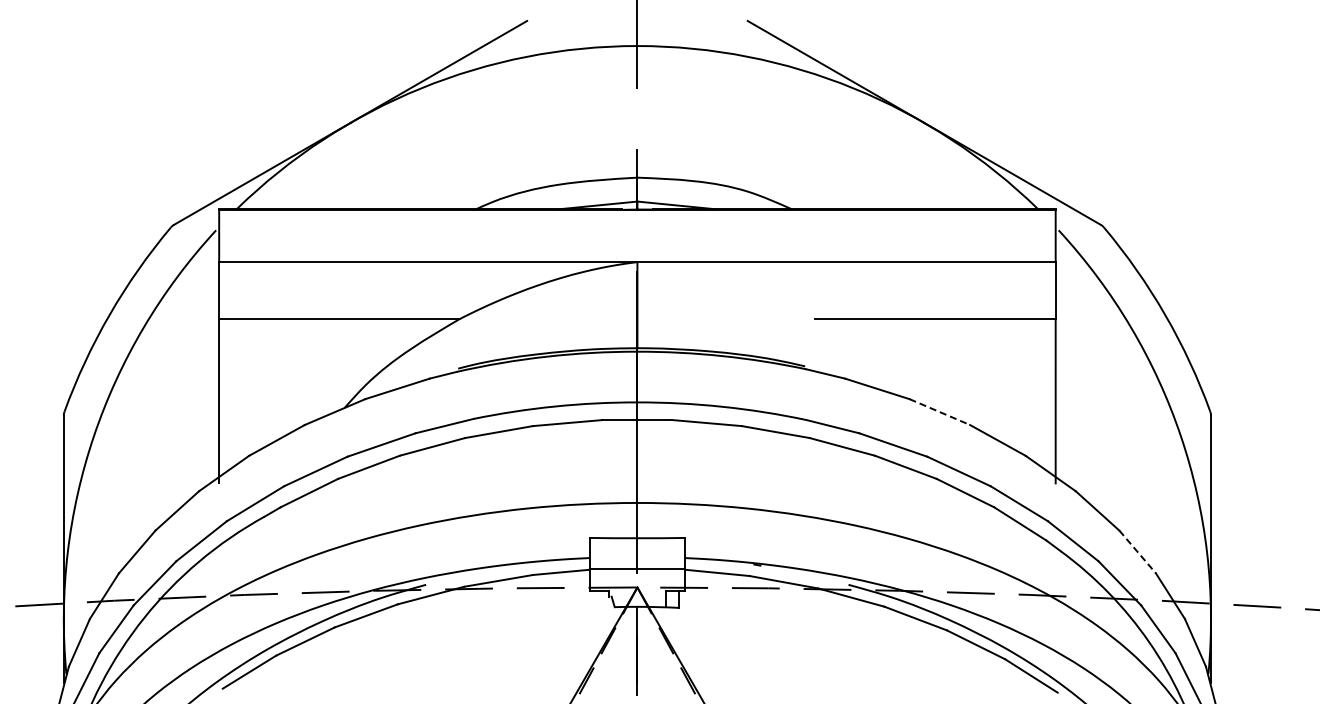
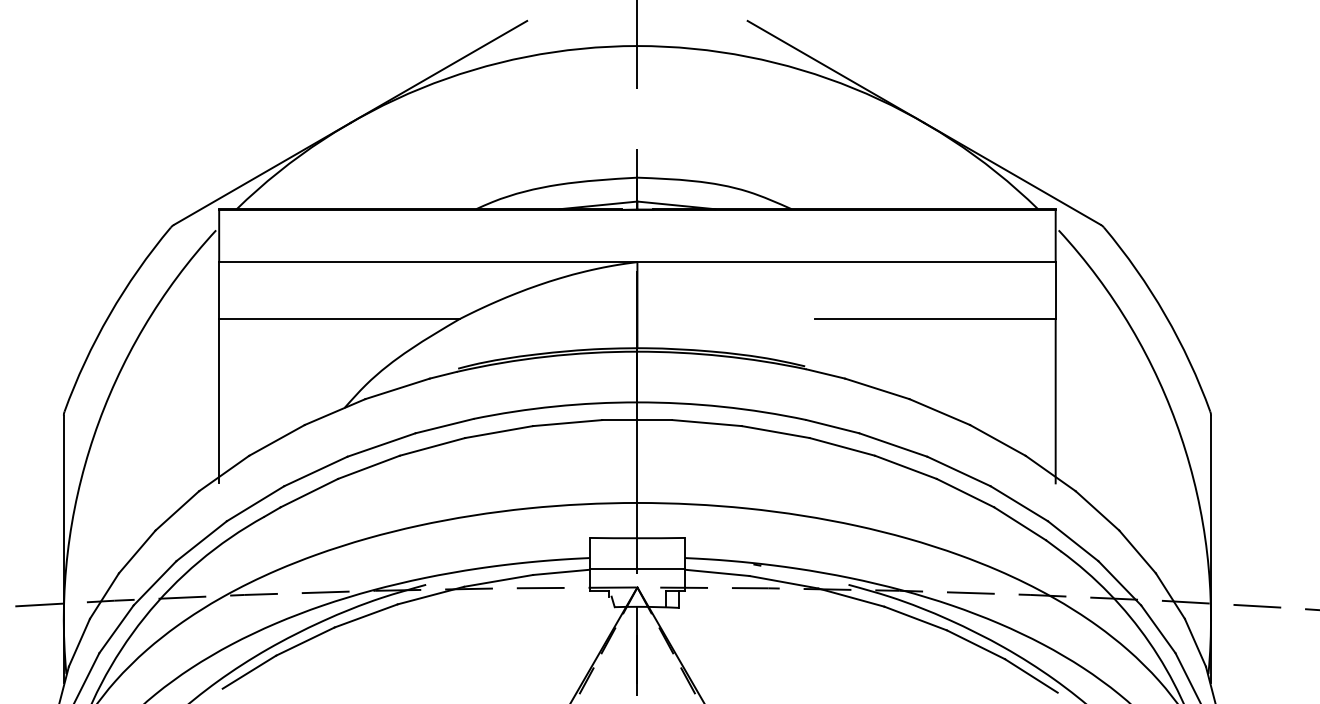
line at (939, 412): dashed -> solid
line at (1137, 552): dashed -> solid
